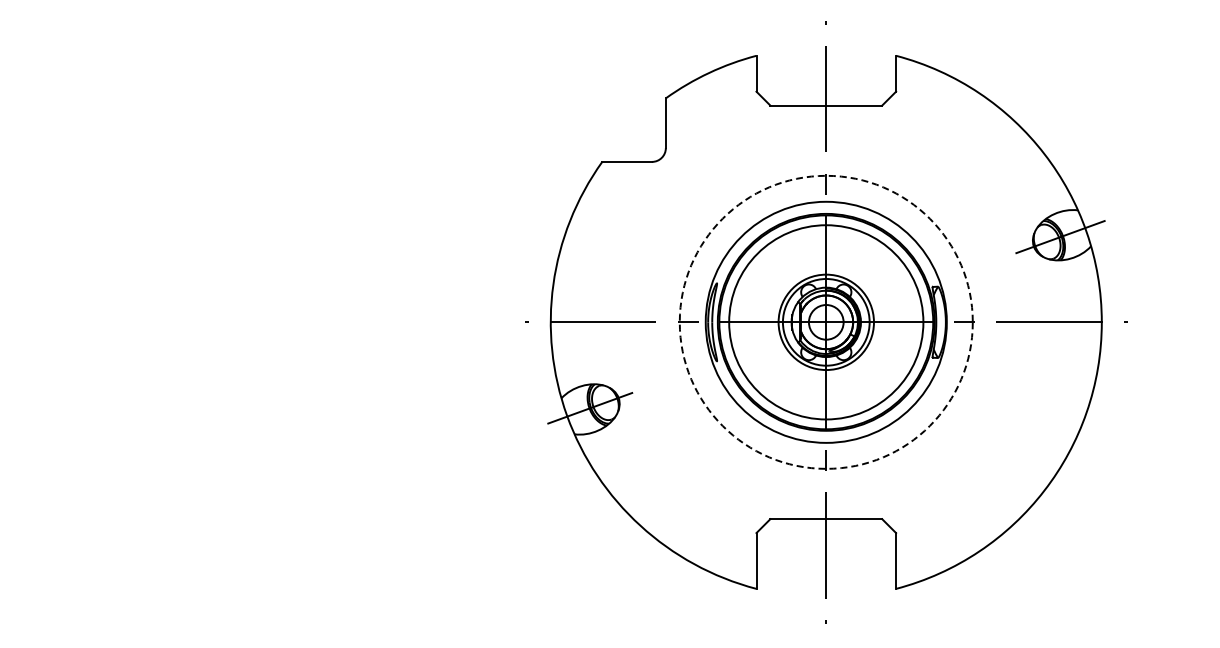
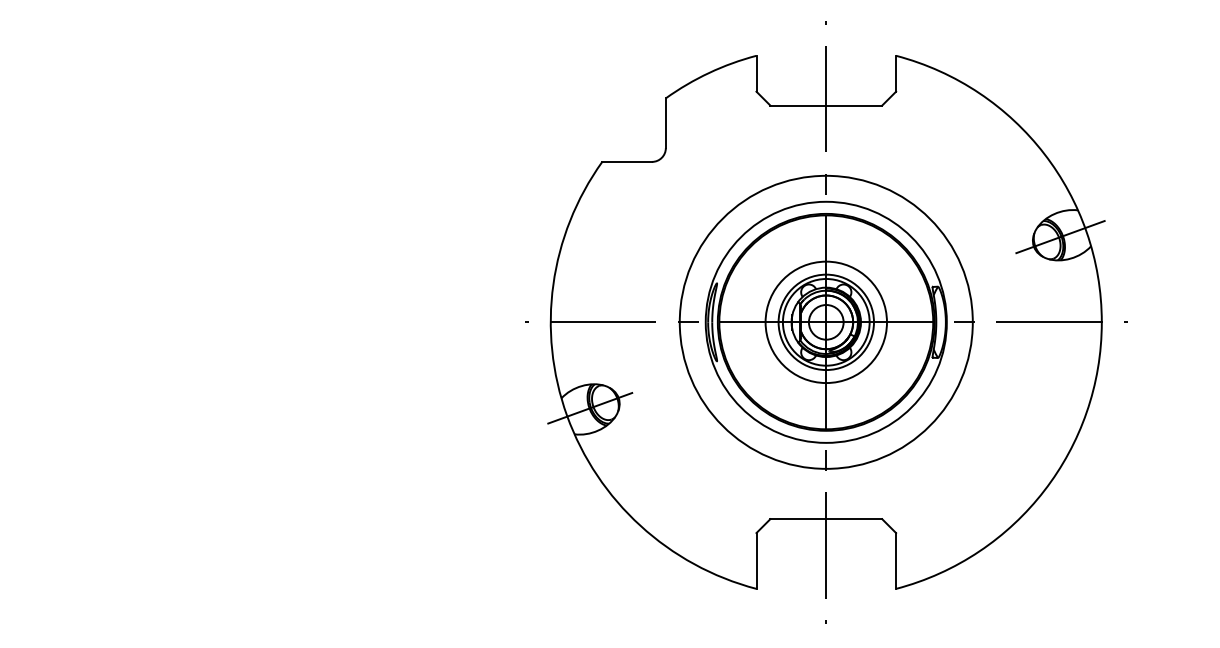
circle at (825, 321): dashed -> solid
circle at (826, 322) diameter: 194 px -> 121 px
